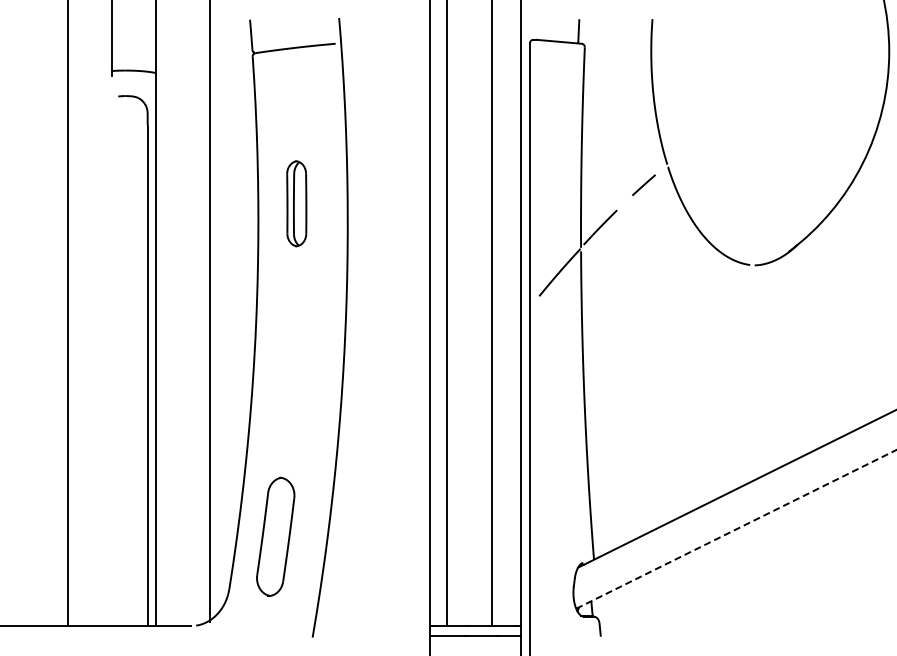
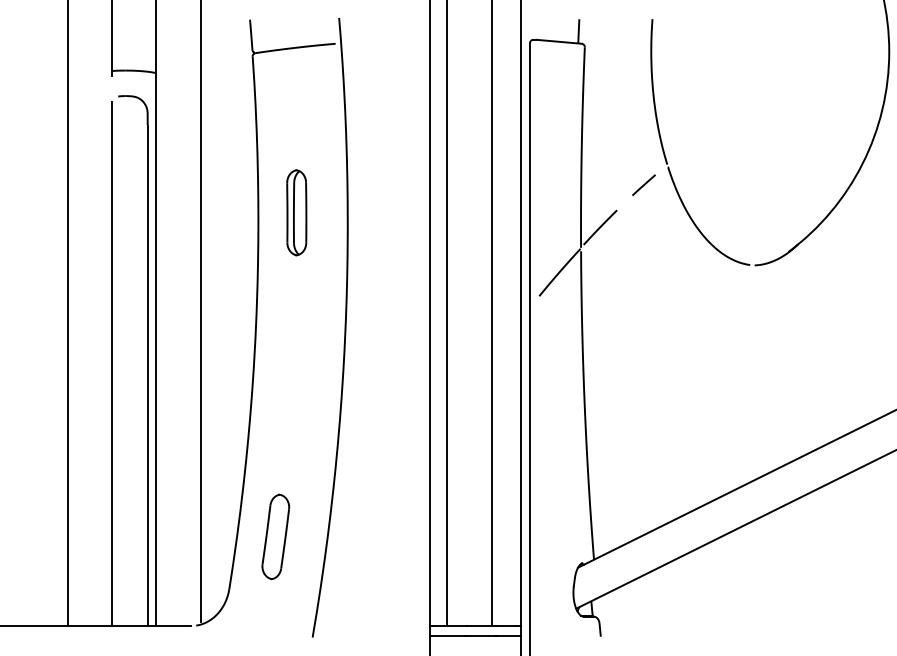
part at (296, 203) position: (296, 203) -> (296, 212)
line at (209, 312) position: (209, 312) -> (200, 312)
line at (111, 364): none -> present
line at (736, 529): dashed -> solid
part at (275, 536) size: 40x121 px -> 30x88 px
